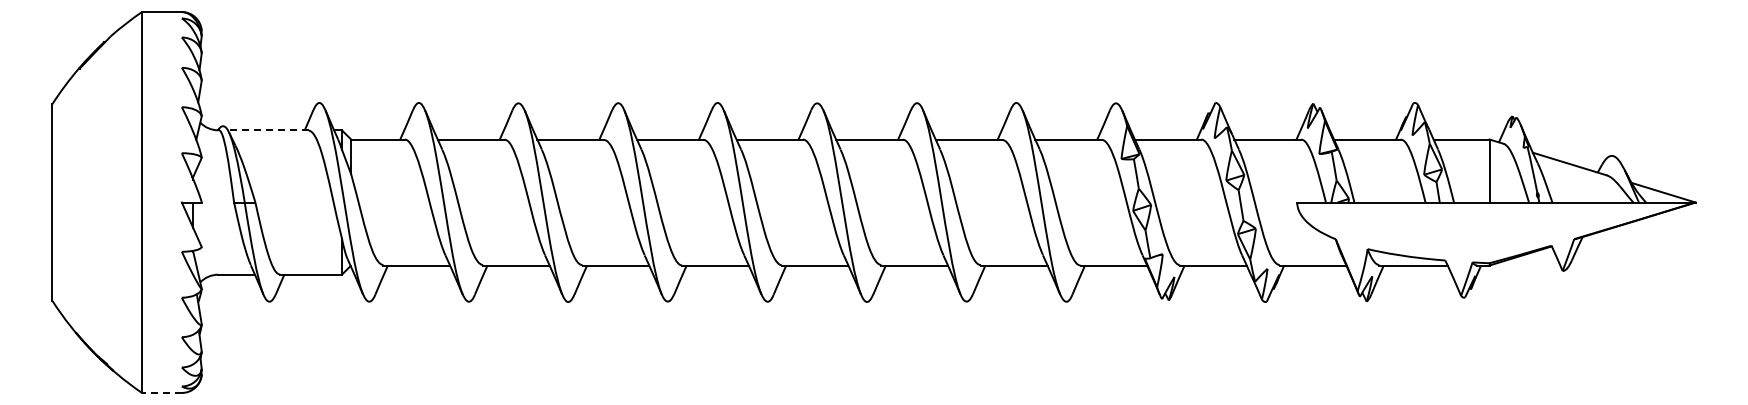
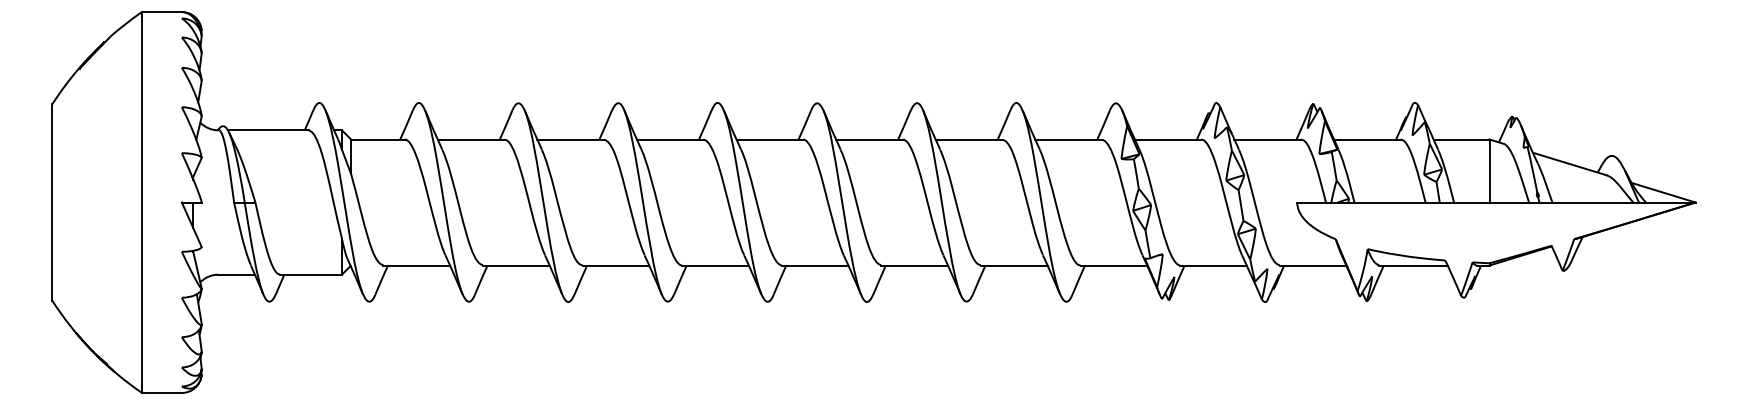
line at (267, 130): dashed -> solid
line at (161, 392): dashed -> solid
